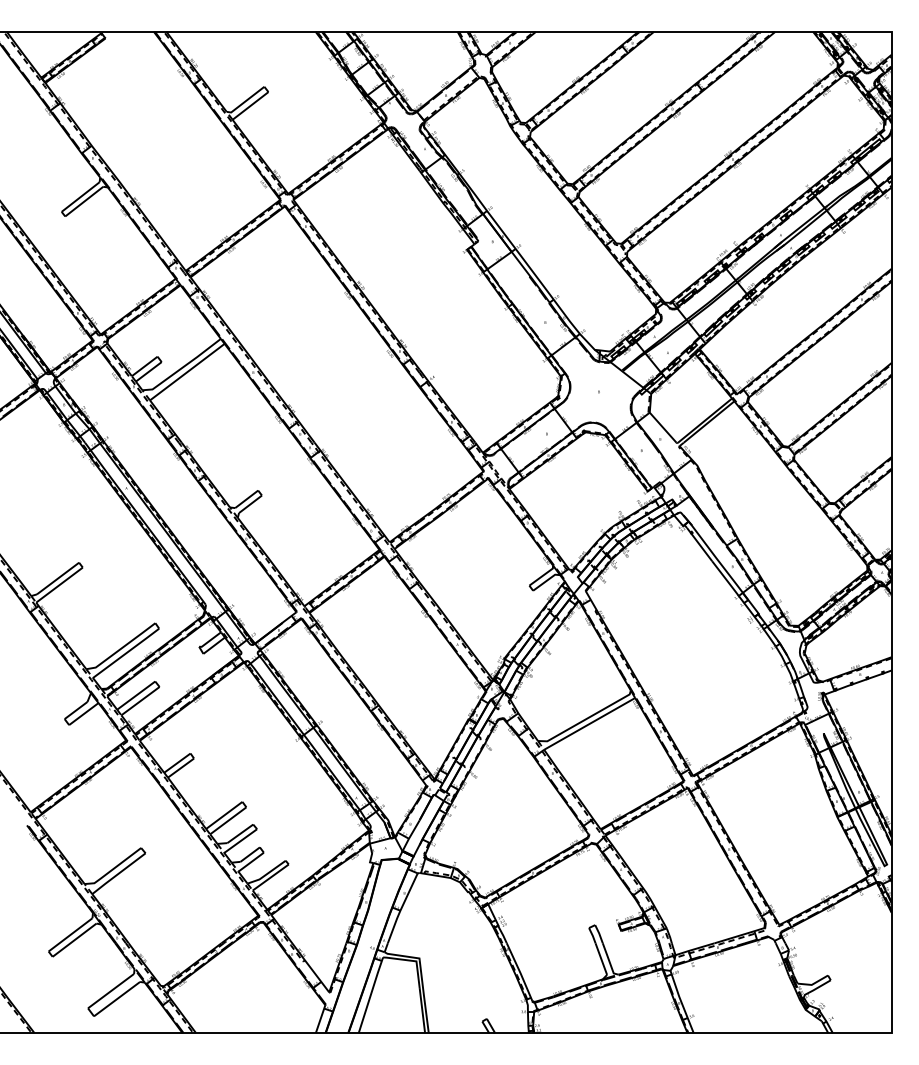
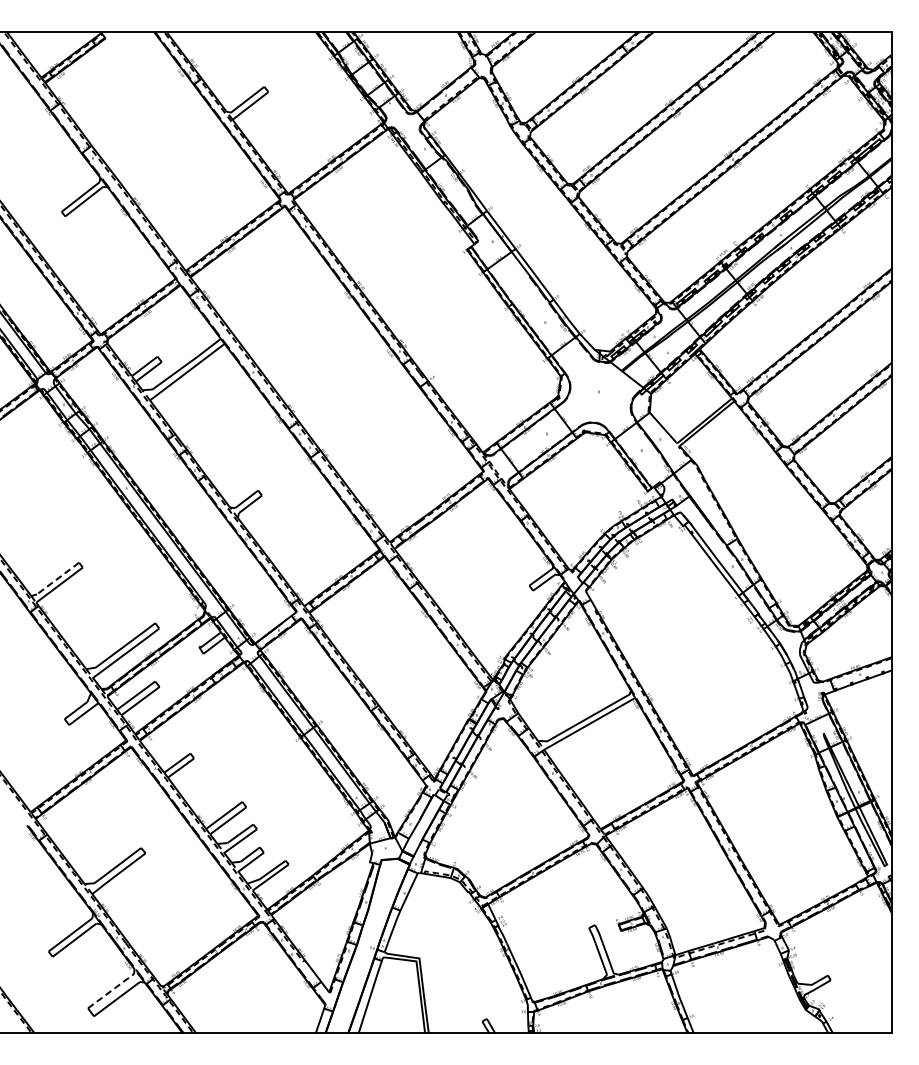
line at (57, 578): solid -> dashed
line at (111, 991): solid -> dashed
